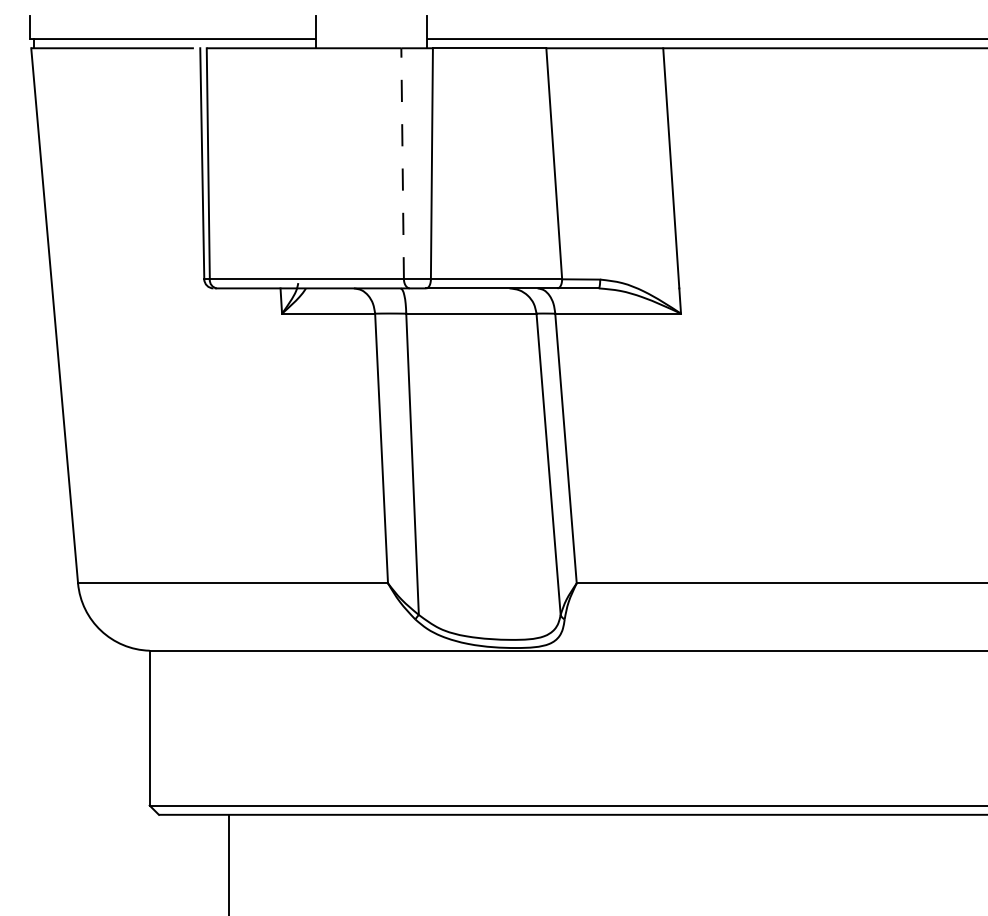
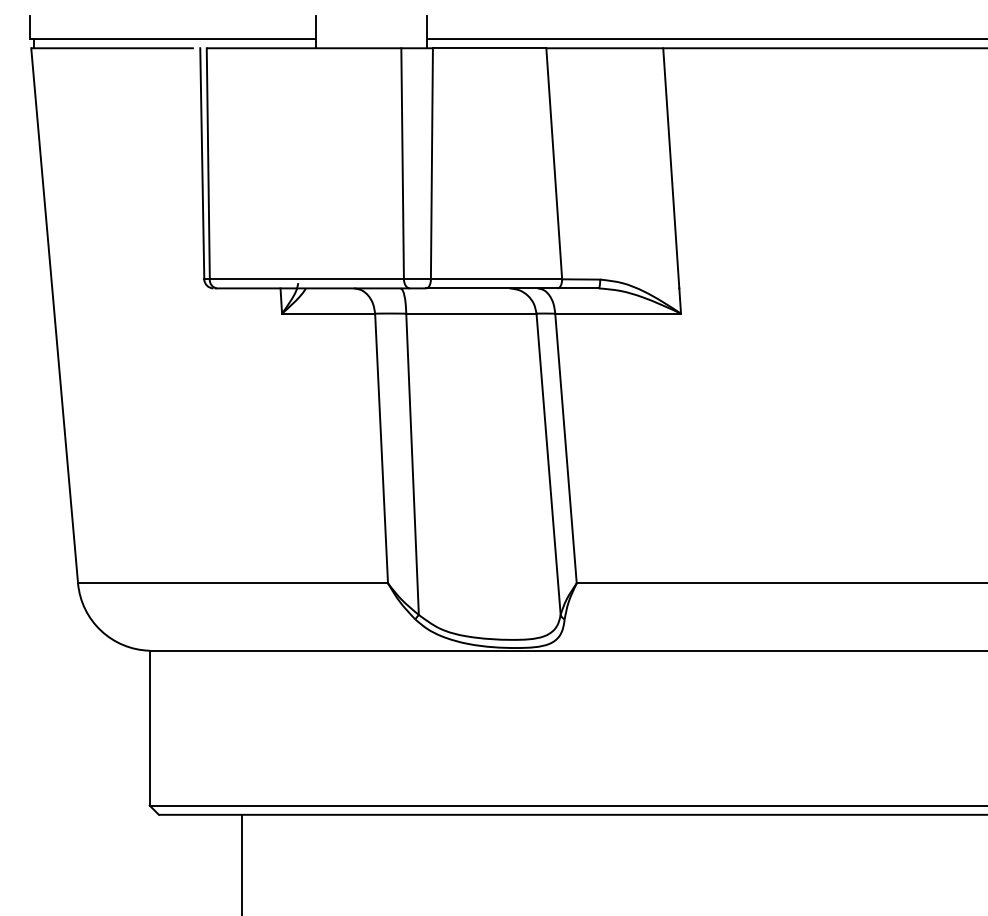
line at (402, 163): dashed -> solid
line at (229, 863) position: (229, 863) -> (242, 863)
